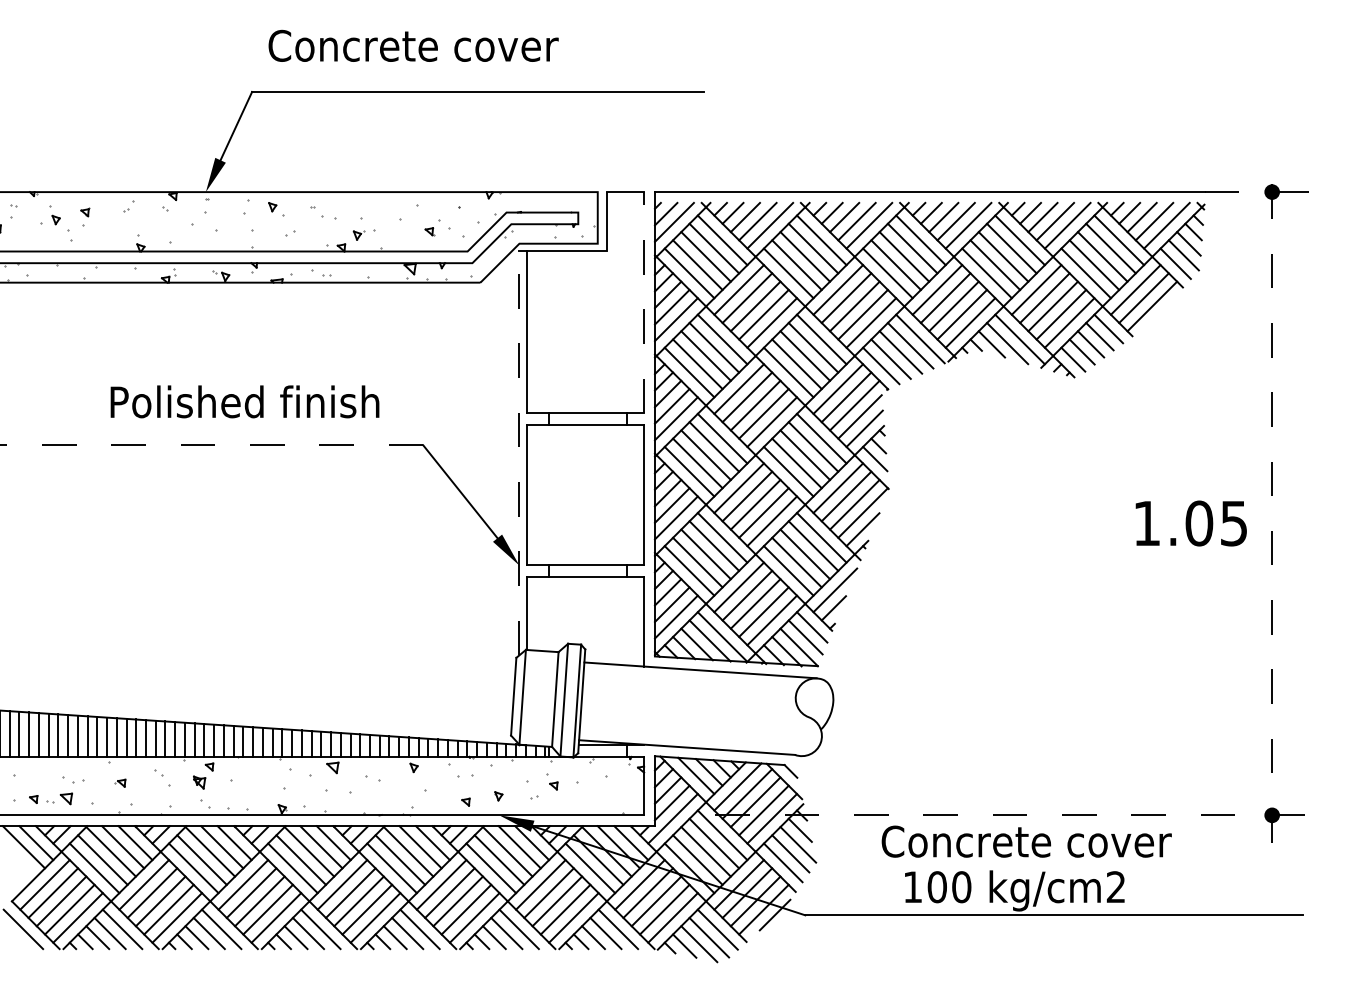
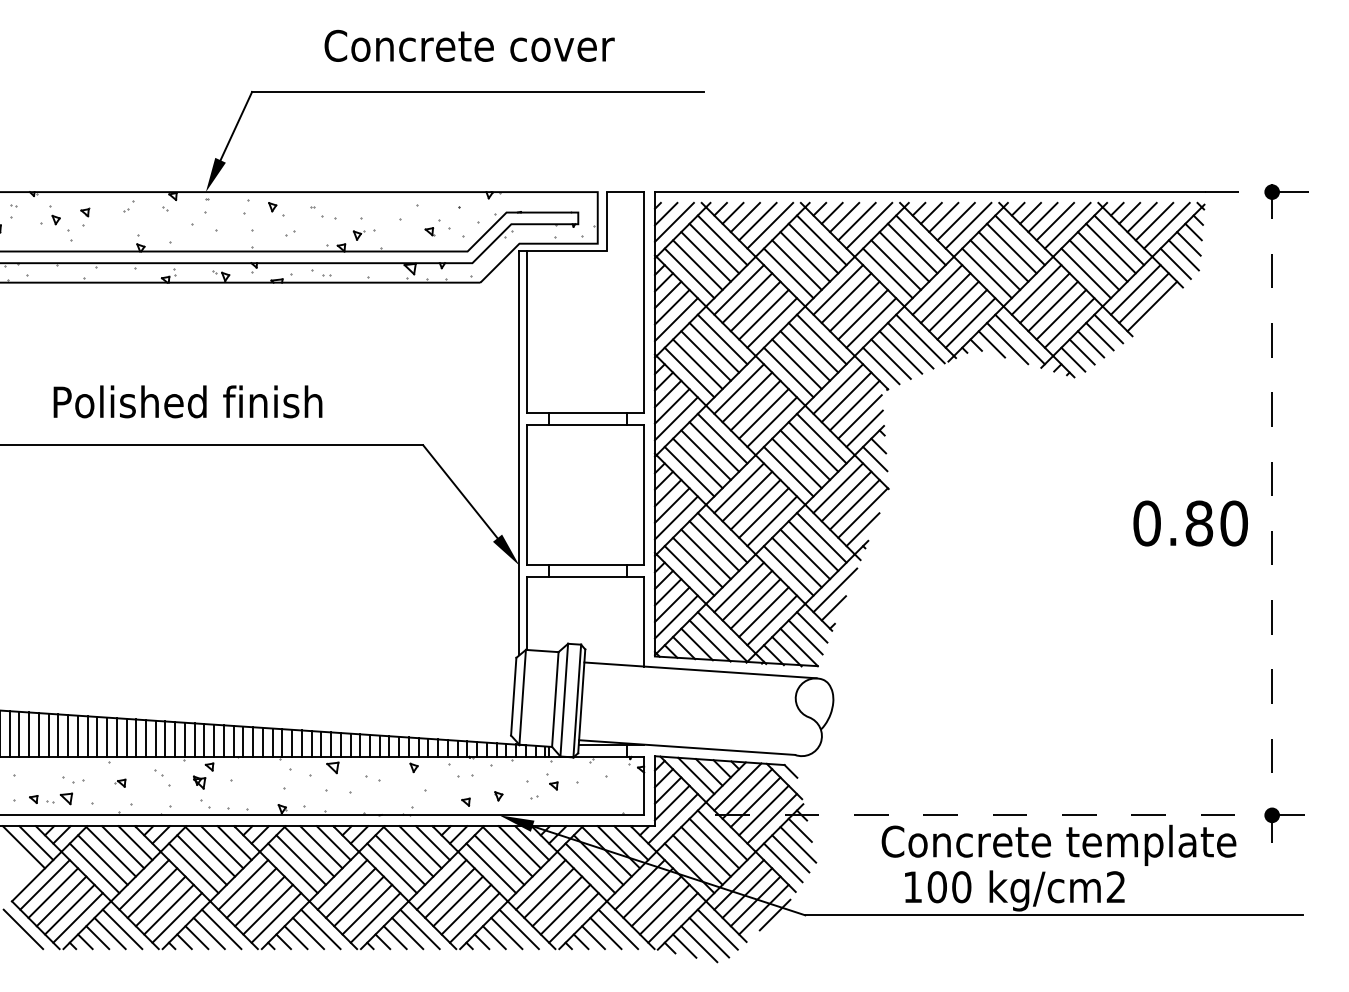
text at (413, 45) position: (413, 45) -> (469, 45)
line at (644, 302): dashed -> solid
text at (244, 401) position: (244, 401) -> (187, 401)
line at (211, 445): dashed -> solid
line at (519, 452): dashed -> solid
text at (1190, 523): 1.05 -> 0.80
text at (1151, 844): Concrete cover -> Concrete template
